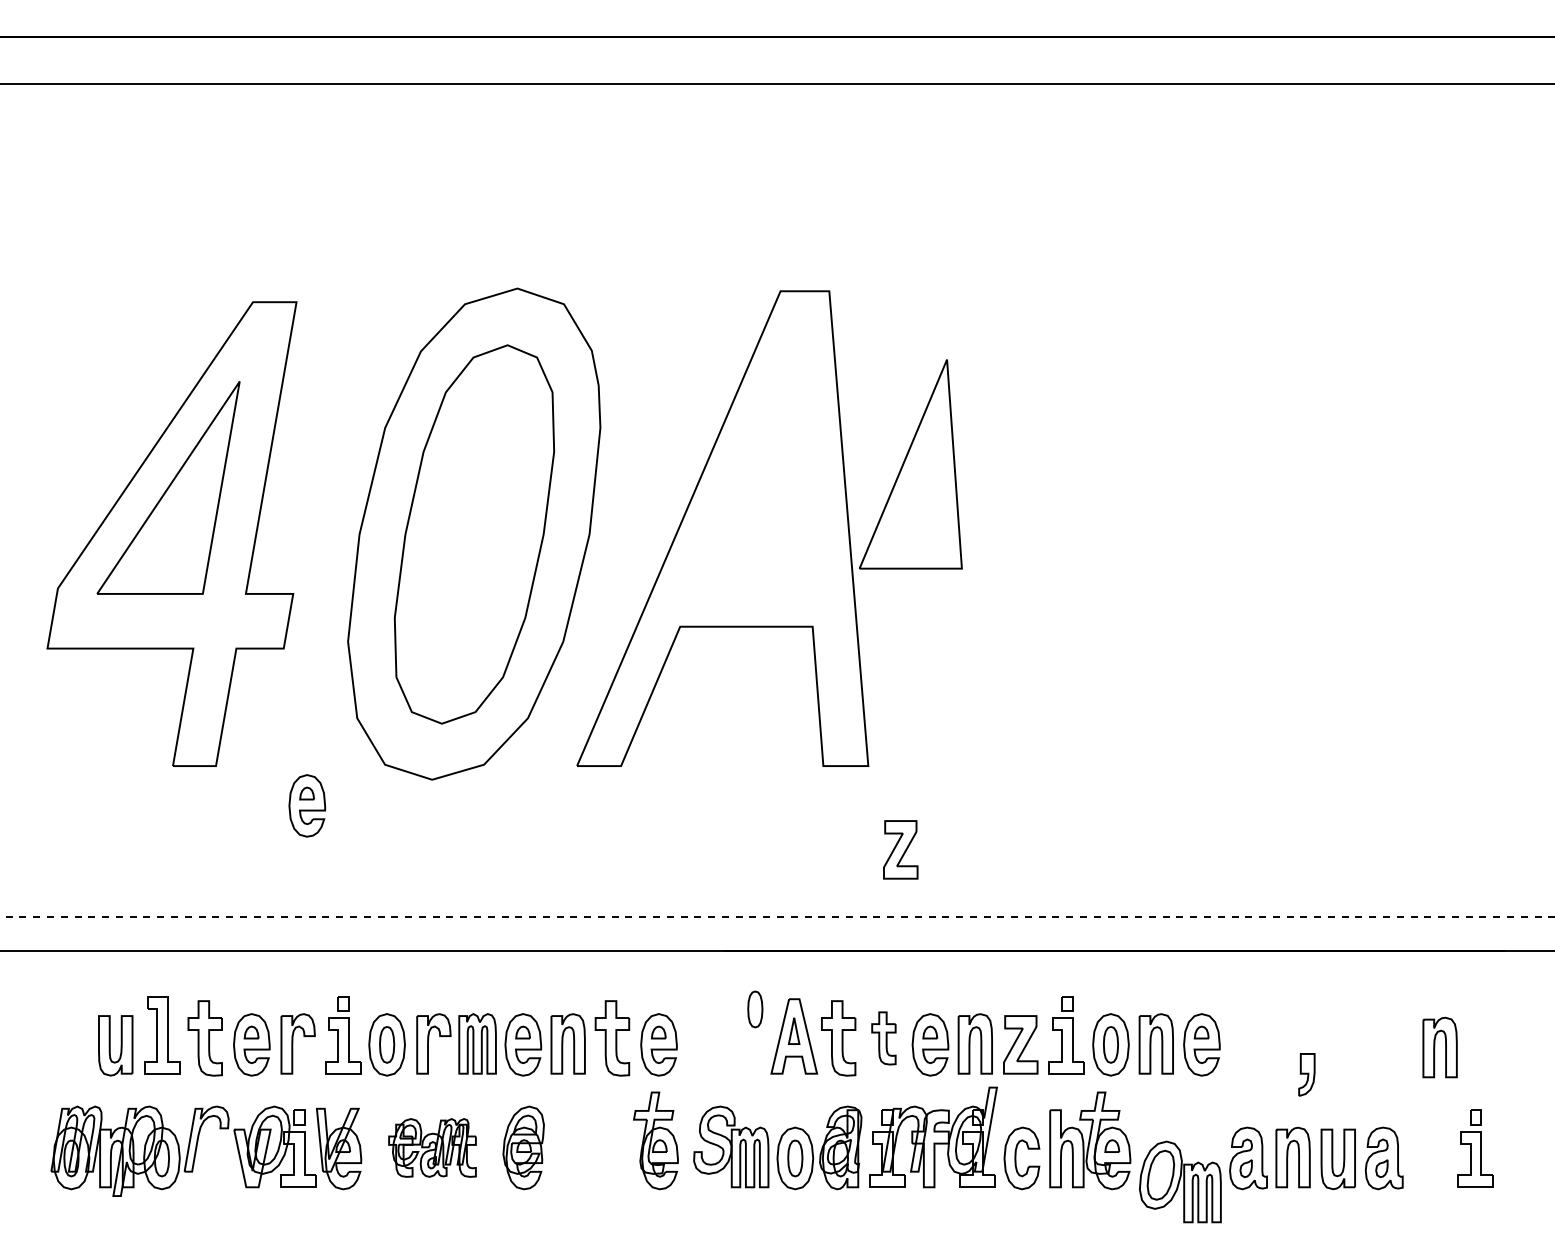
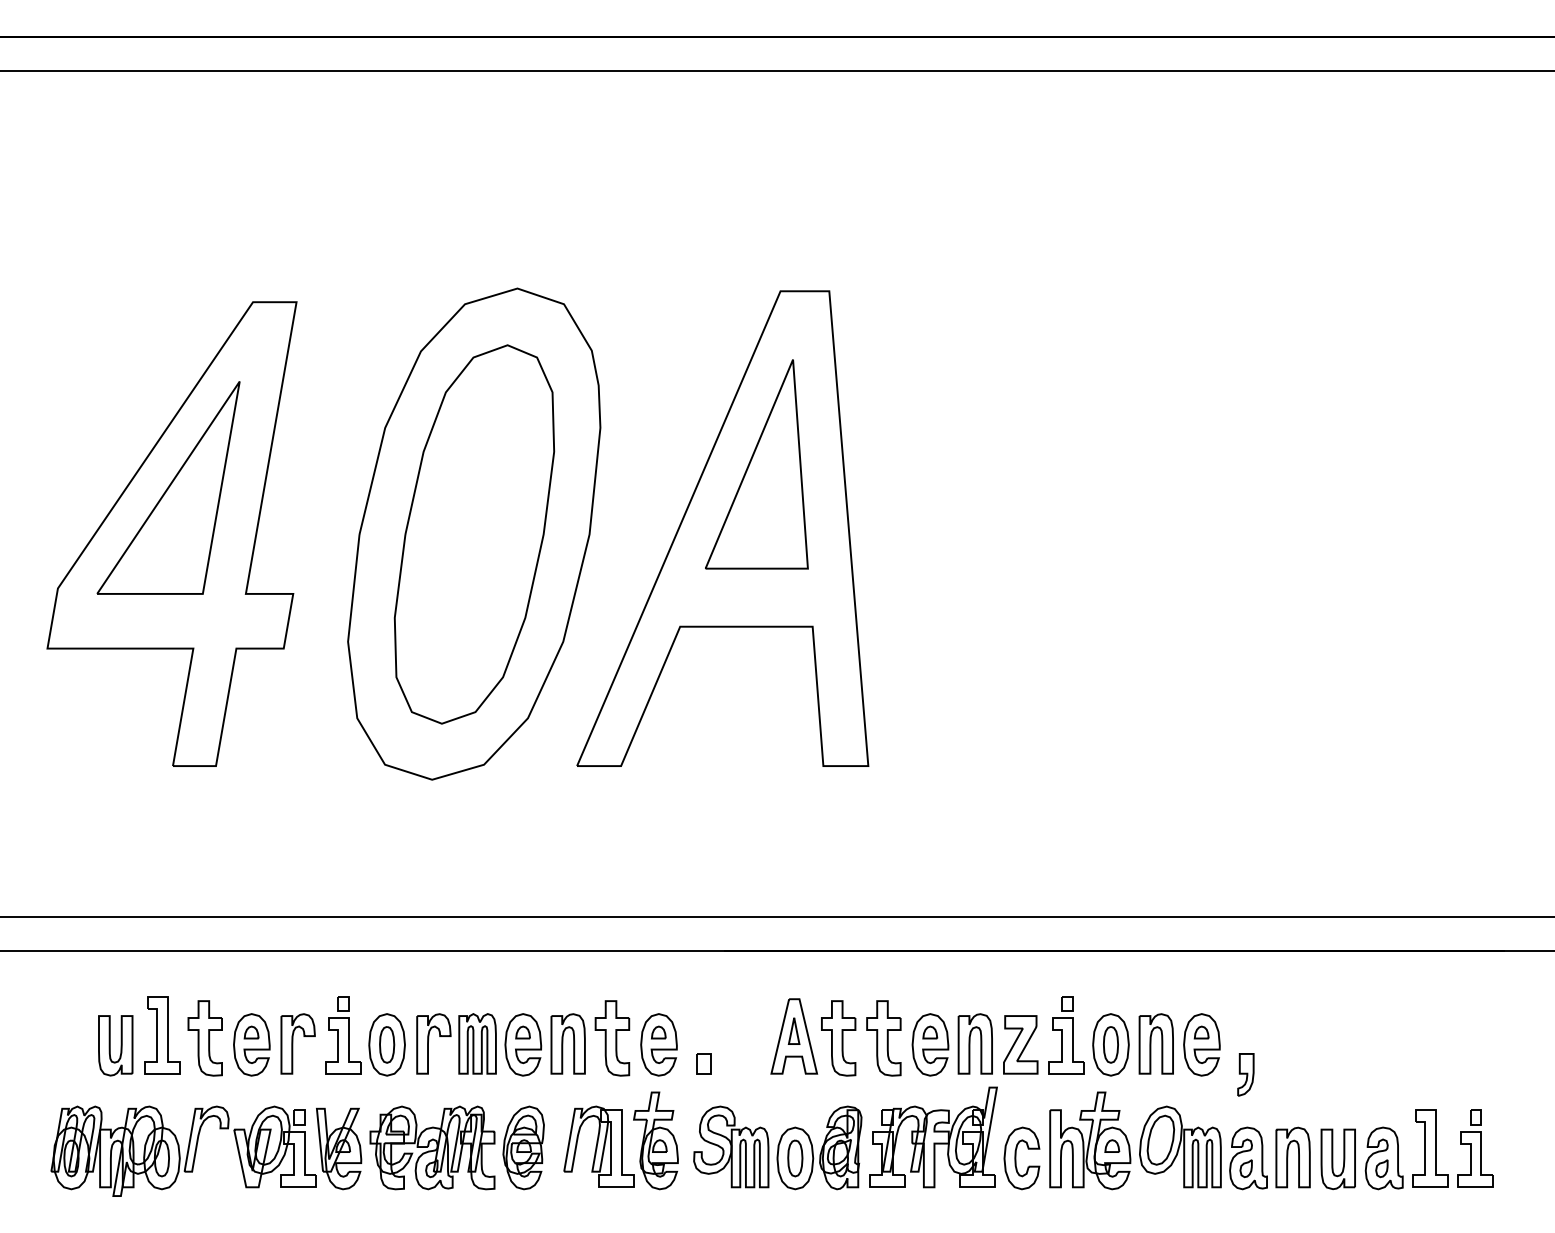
line at (776, 83) position: (776, 83) -> (776, 70)
part at (910, 464) position: (910, 464) -> (756, 464)
part at (307, 805): present -> none
part at (900, 849): present -> none
line at (777, 917): dashed -> solid
part at (755, 1009): present -> none
part at (883, 1038) size: 26x55 px -> 36x77 px
part at (1439, 1047): present -> none
part at (703, 1063): none -> present
part at (1306, 1074) position: (1306, 1074) -> (1245, 1074)
part at (598, 1146): none -> present
part at (432, 1147) size: 89x60 px -> 127x86 px
part at (1430, 1148): none -> present
part at (1180, 1181) position: (1180, 1181) -> (1180, 1146)
